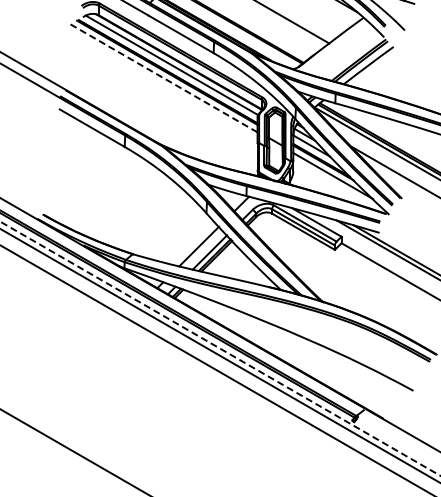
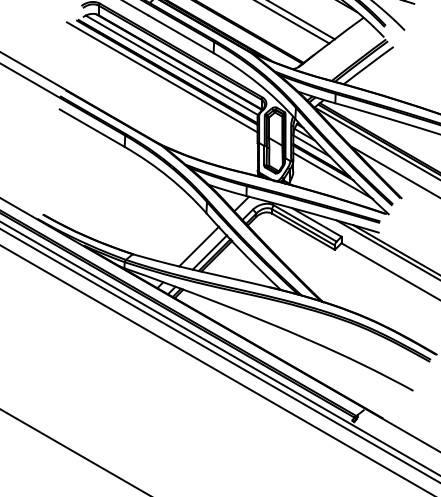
line at (302, 20): none -> present
line at (161, 77): dashed -> solid
line at (220, 348): dashed -> solid
